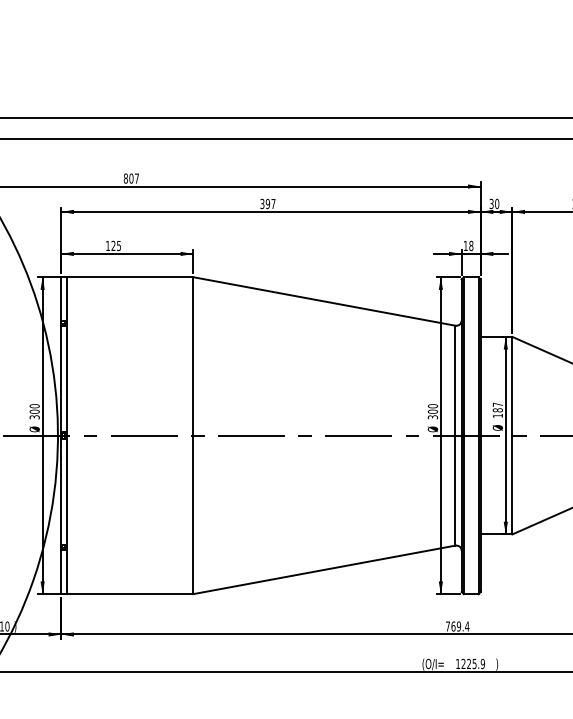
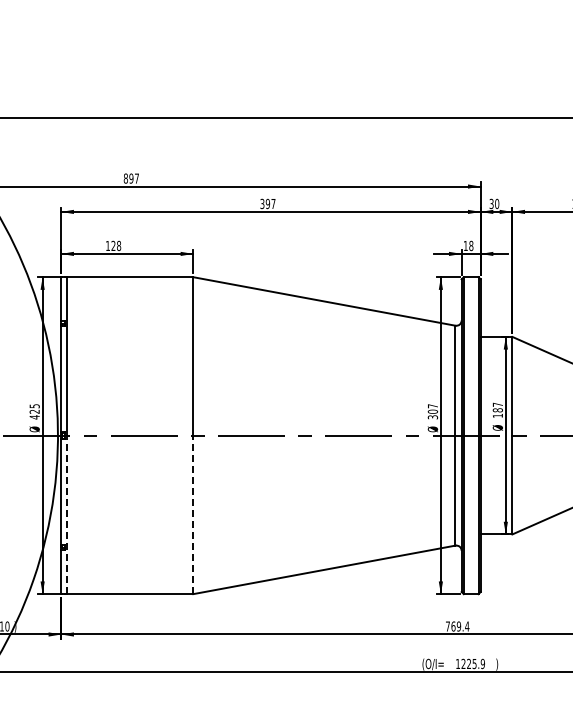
line at (285, 139): present -> none
text at (131, 178): 807 -> 897
text at (119, 246): 125 -> 128
text at (432, 406): 300 -> 307
text at (34, 411): 300 -> 425
line at (66, 514): solid -> dashed
line at (193, 514): solid -> dashed
